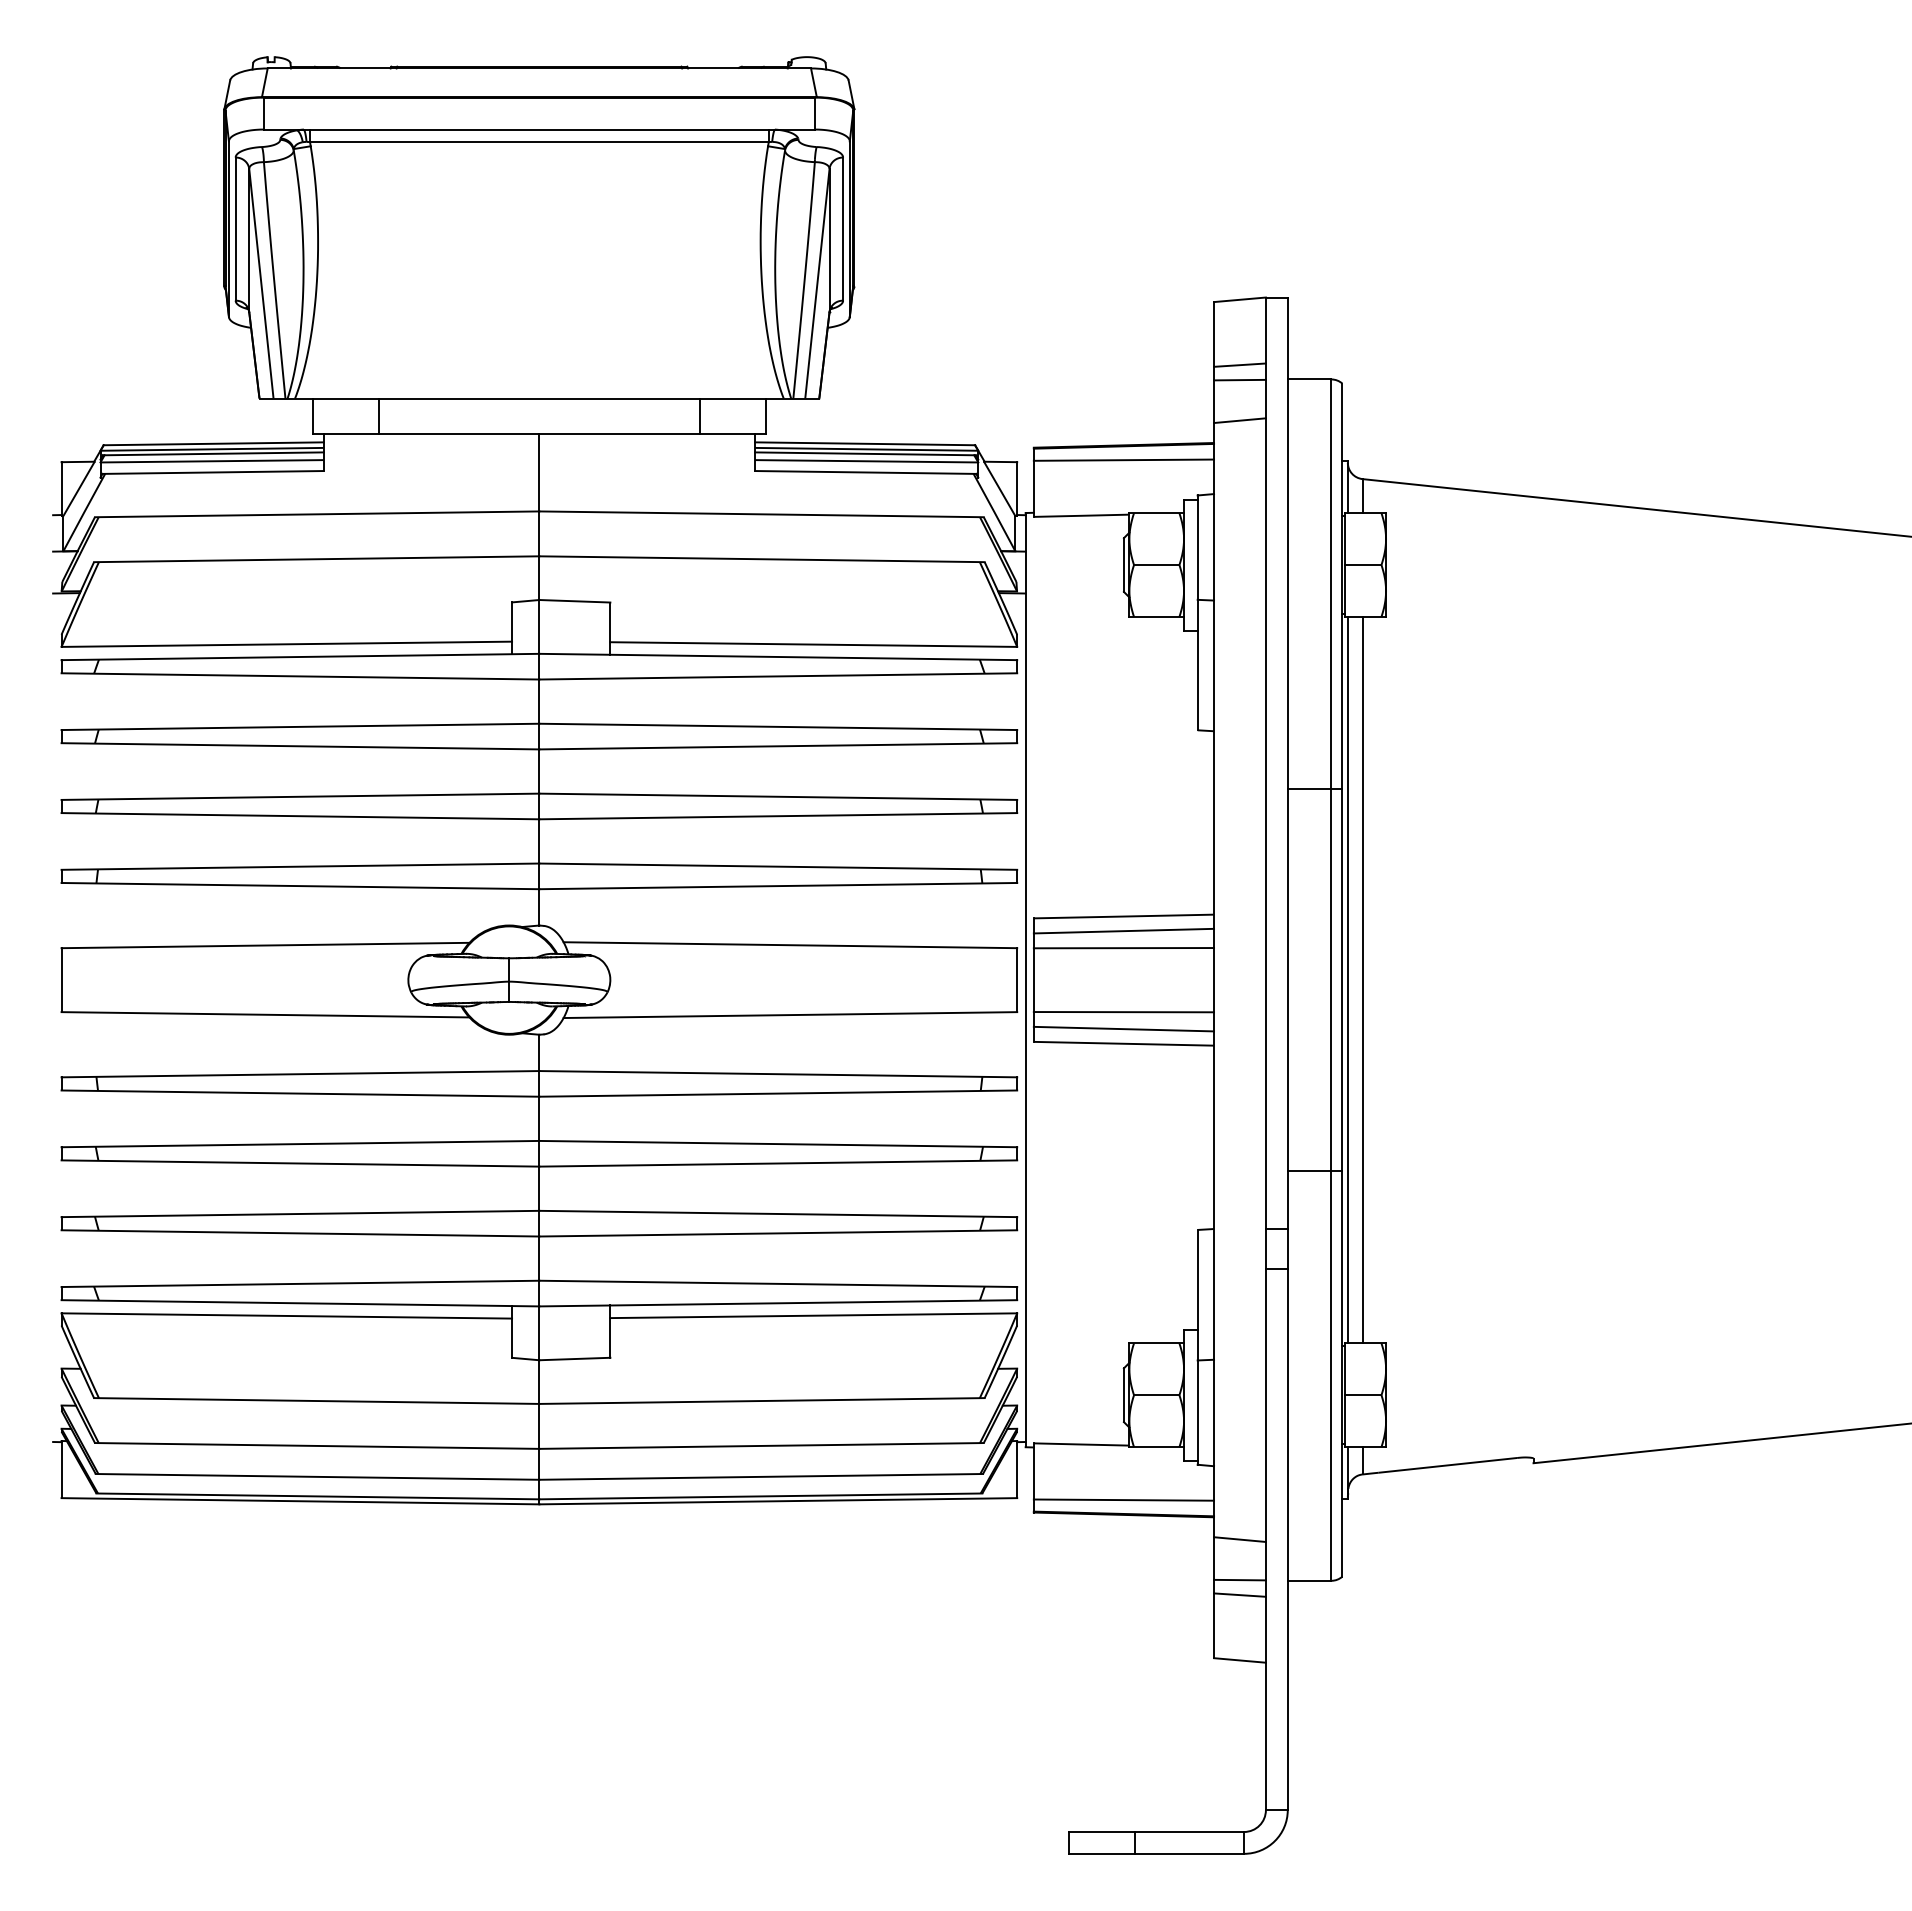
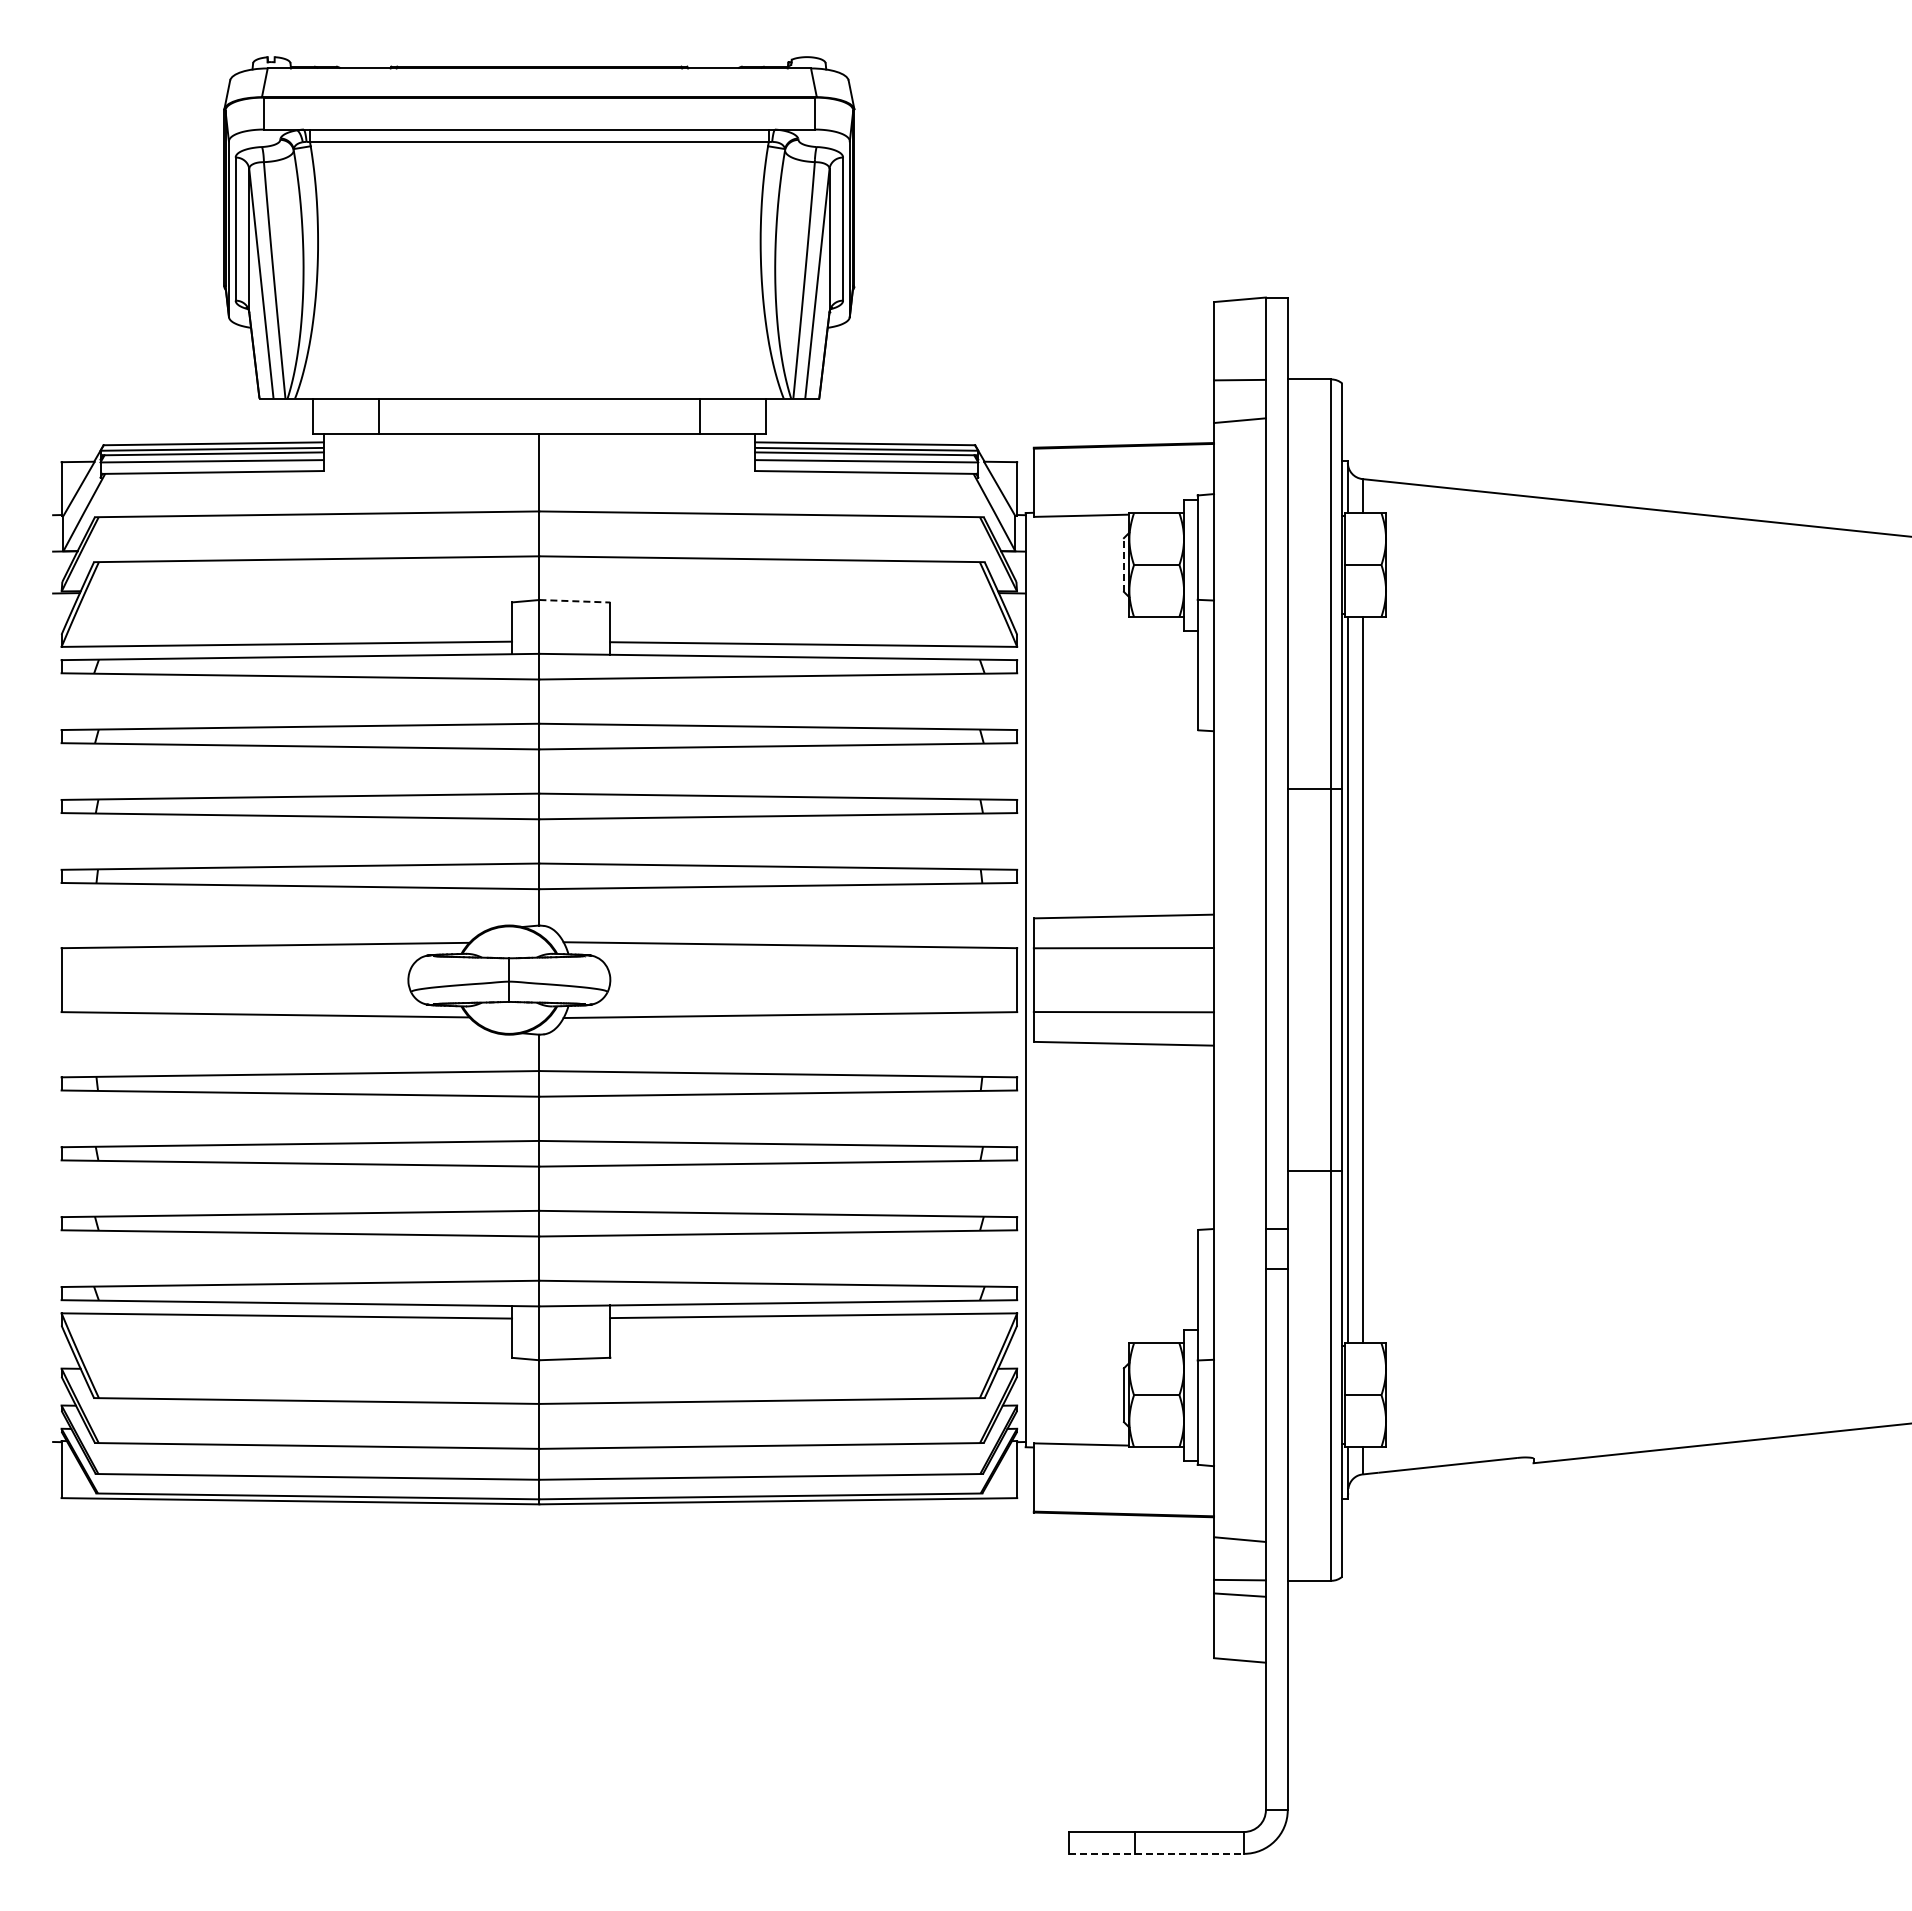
line at (1239, 364): present -> none
line at (1123, 459): present -> none
line at (1123, 565): solid -> dashed
line at (574, 601): solid -> dashed
line at (1123, 930): present -> none
line at (1123, 1028): present -> none
line at (1123, 1499): present -> none
line at (1157, 1853): solid -> dashed
